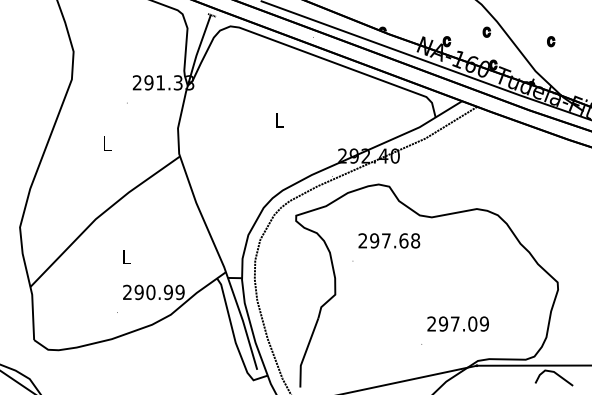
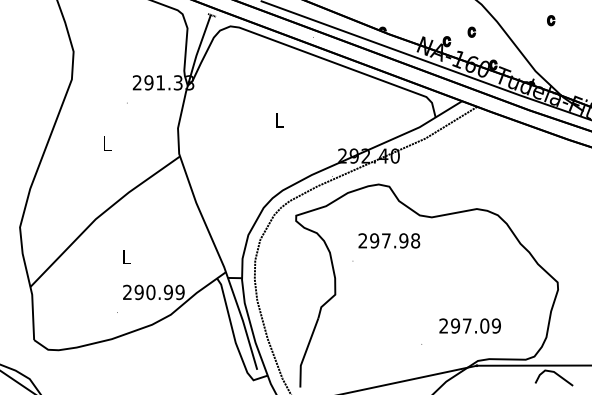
part at (486, 31) position: (486, 31) -> (471, 31)
part at (551, 41) position: (551, 41) -> (551, 20)
text at (403, 240): 297.68 -> 297.98
text at (457, 323) position: (457, 323) -> (469, 325)
